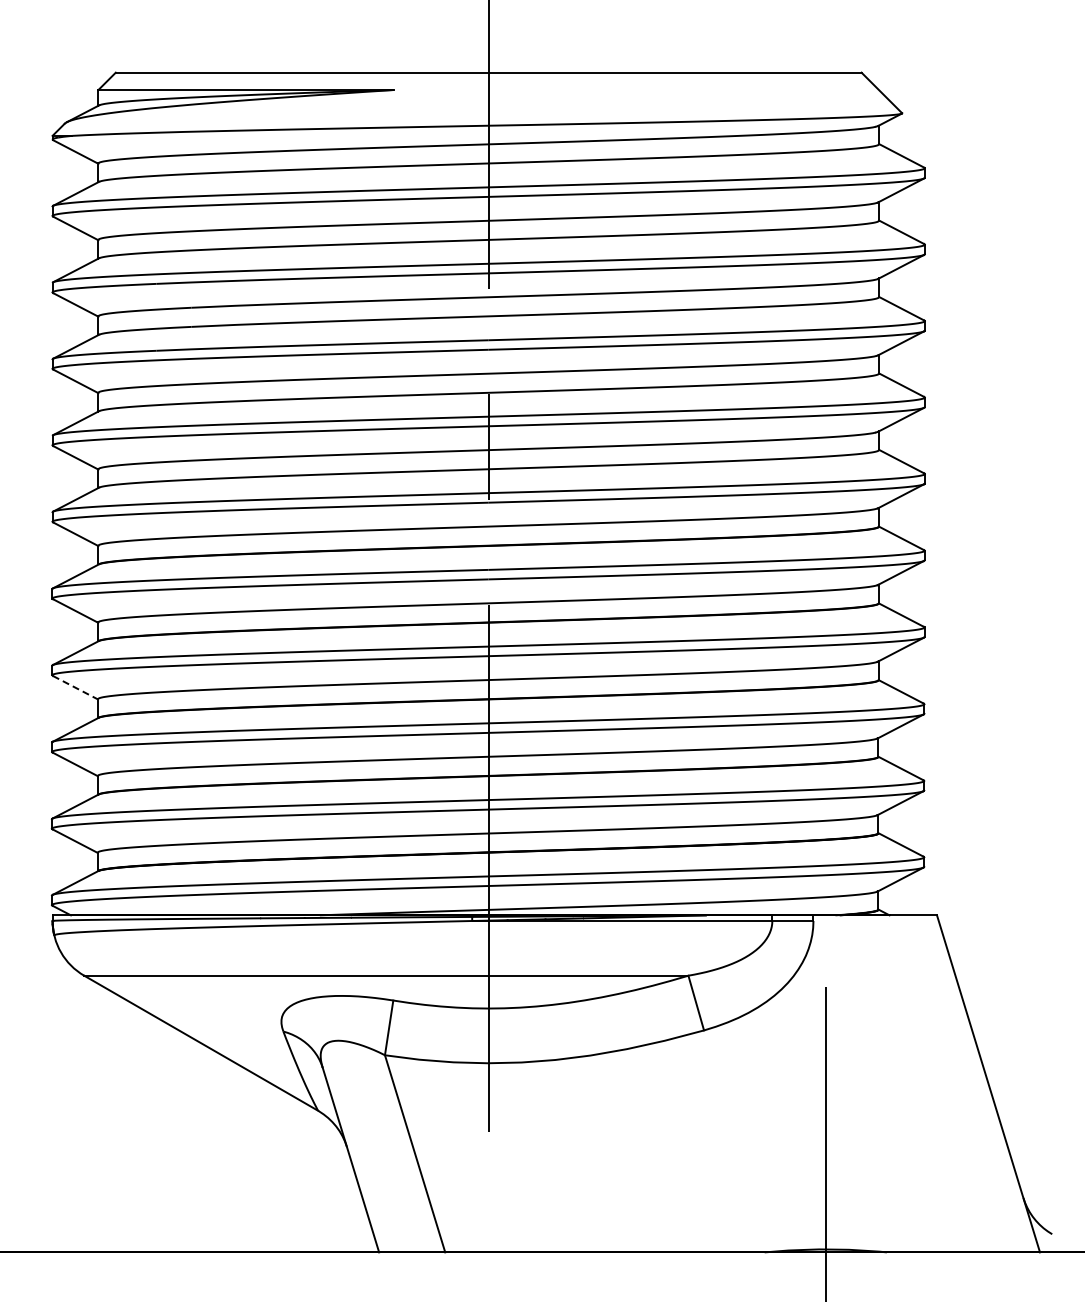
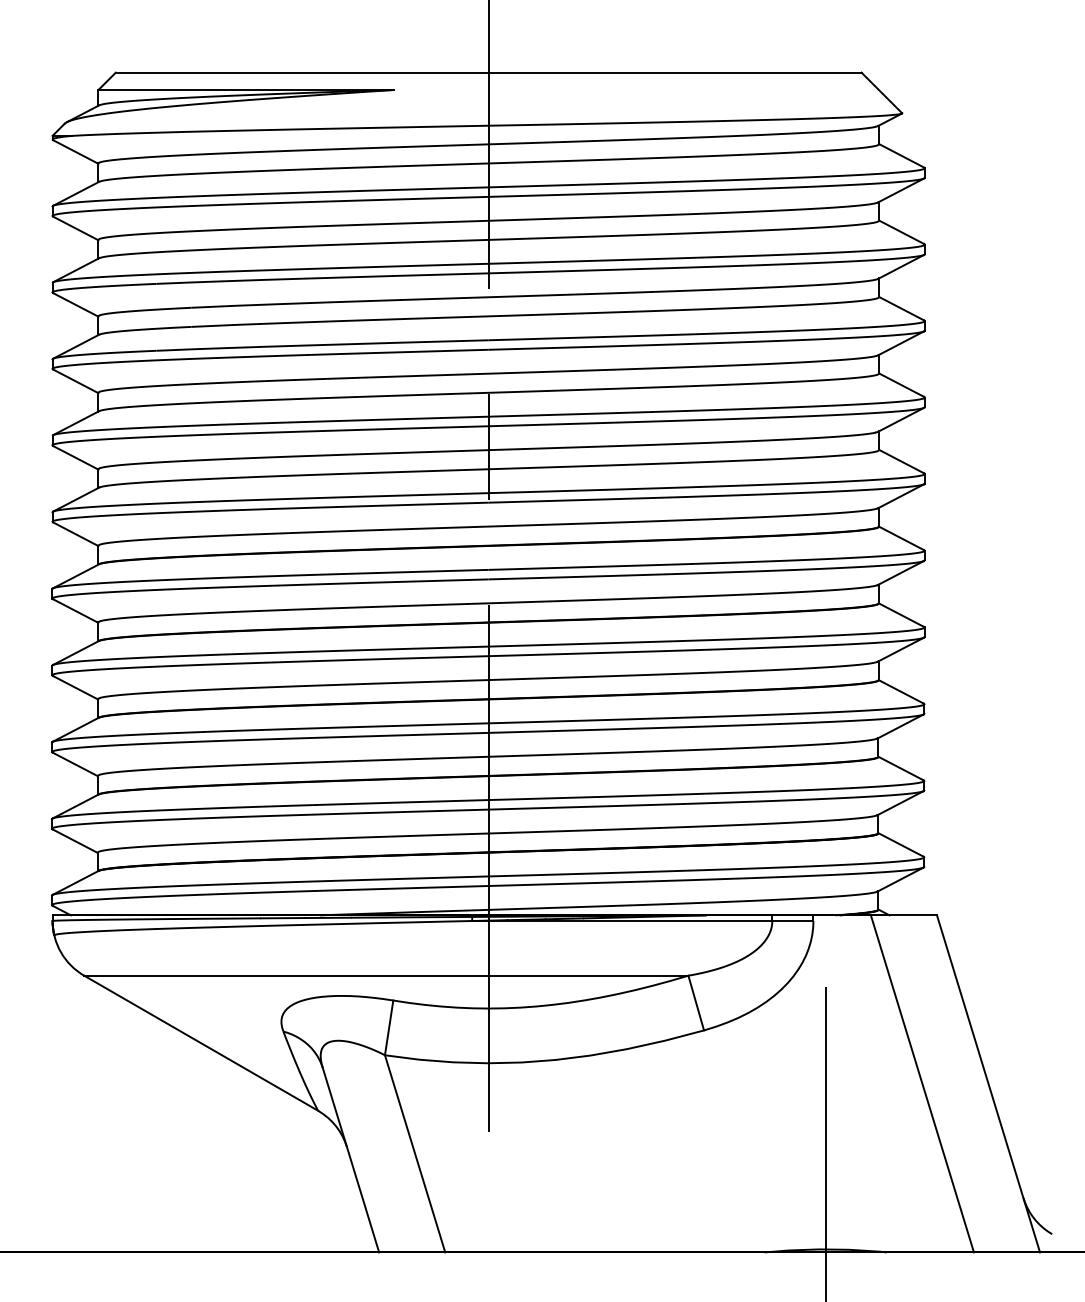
line at (75, 687): dashed -> solid
line at (921, 1083): none -> present
